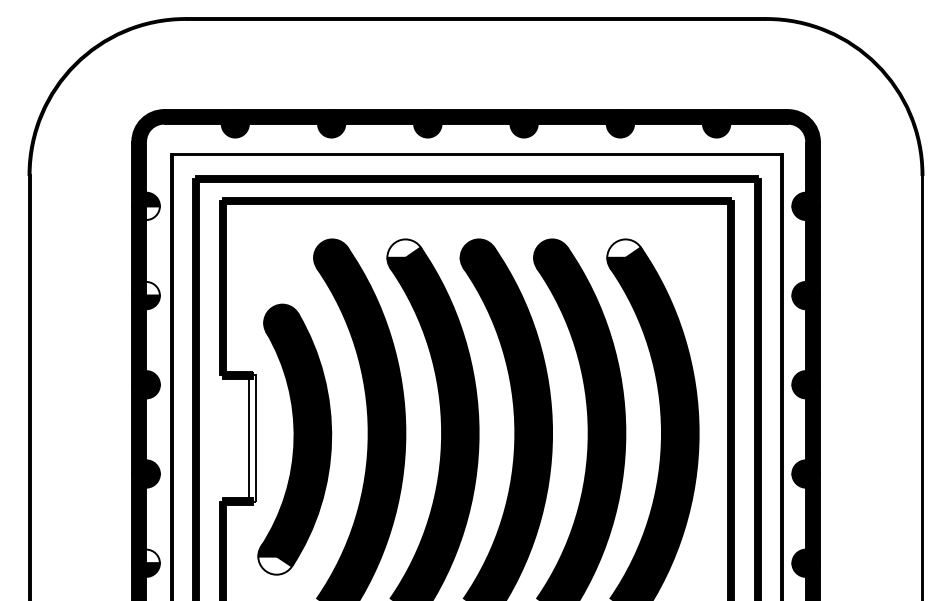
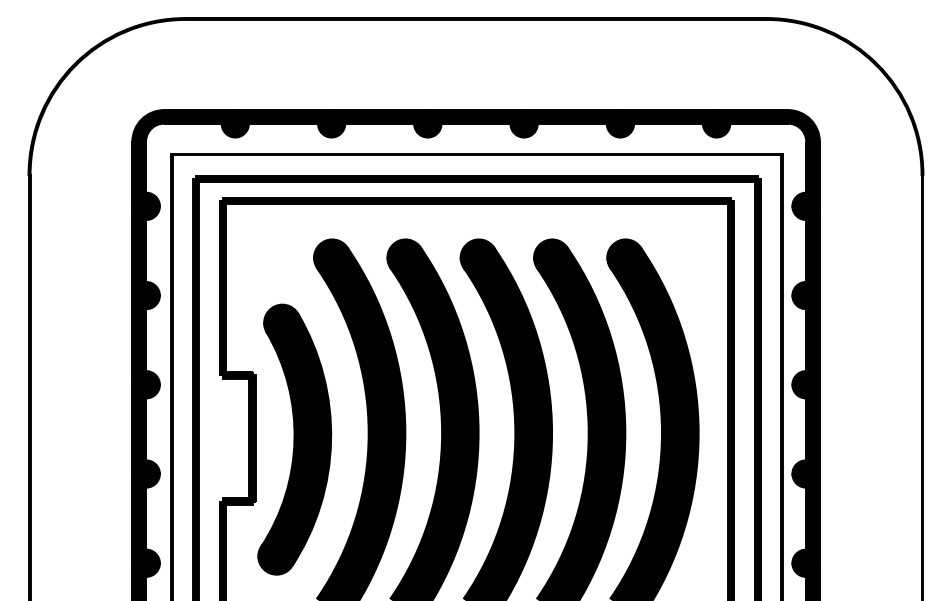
fill at (145, 213): none -> present
fill at (405, 248): none -> present
fill at (625, 248): none -> present
fill at (145, 288): none -> present
fill at (252, 438): none -> present
fill at (145, 556): none -> present
fill at (276, 565): none -> present
